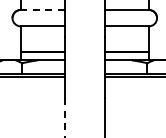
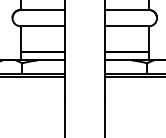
line at (42, 9): dashed -> solid
line at (64, 118): dashed -> solid
